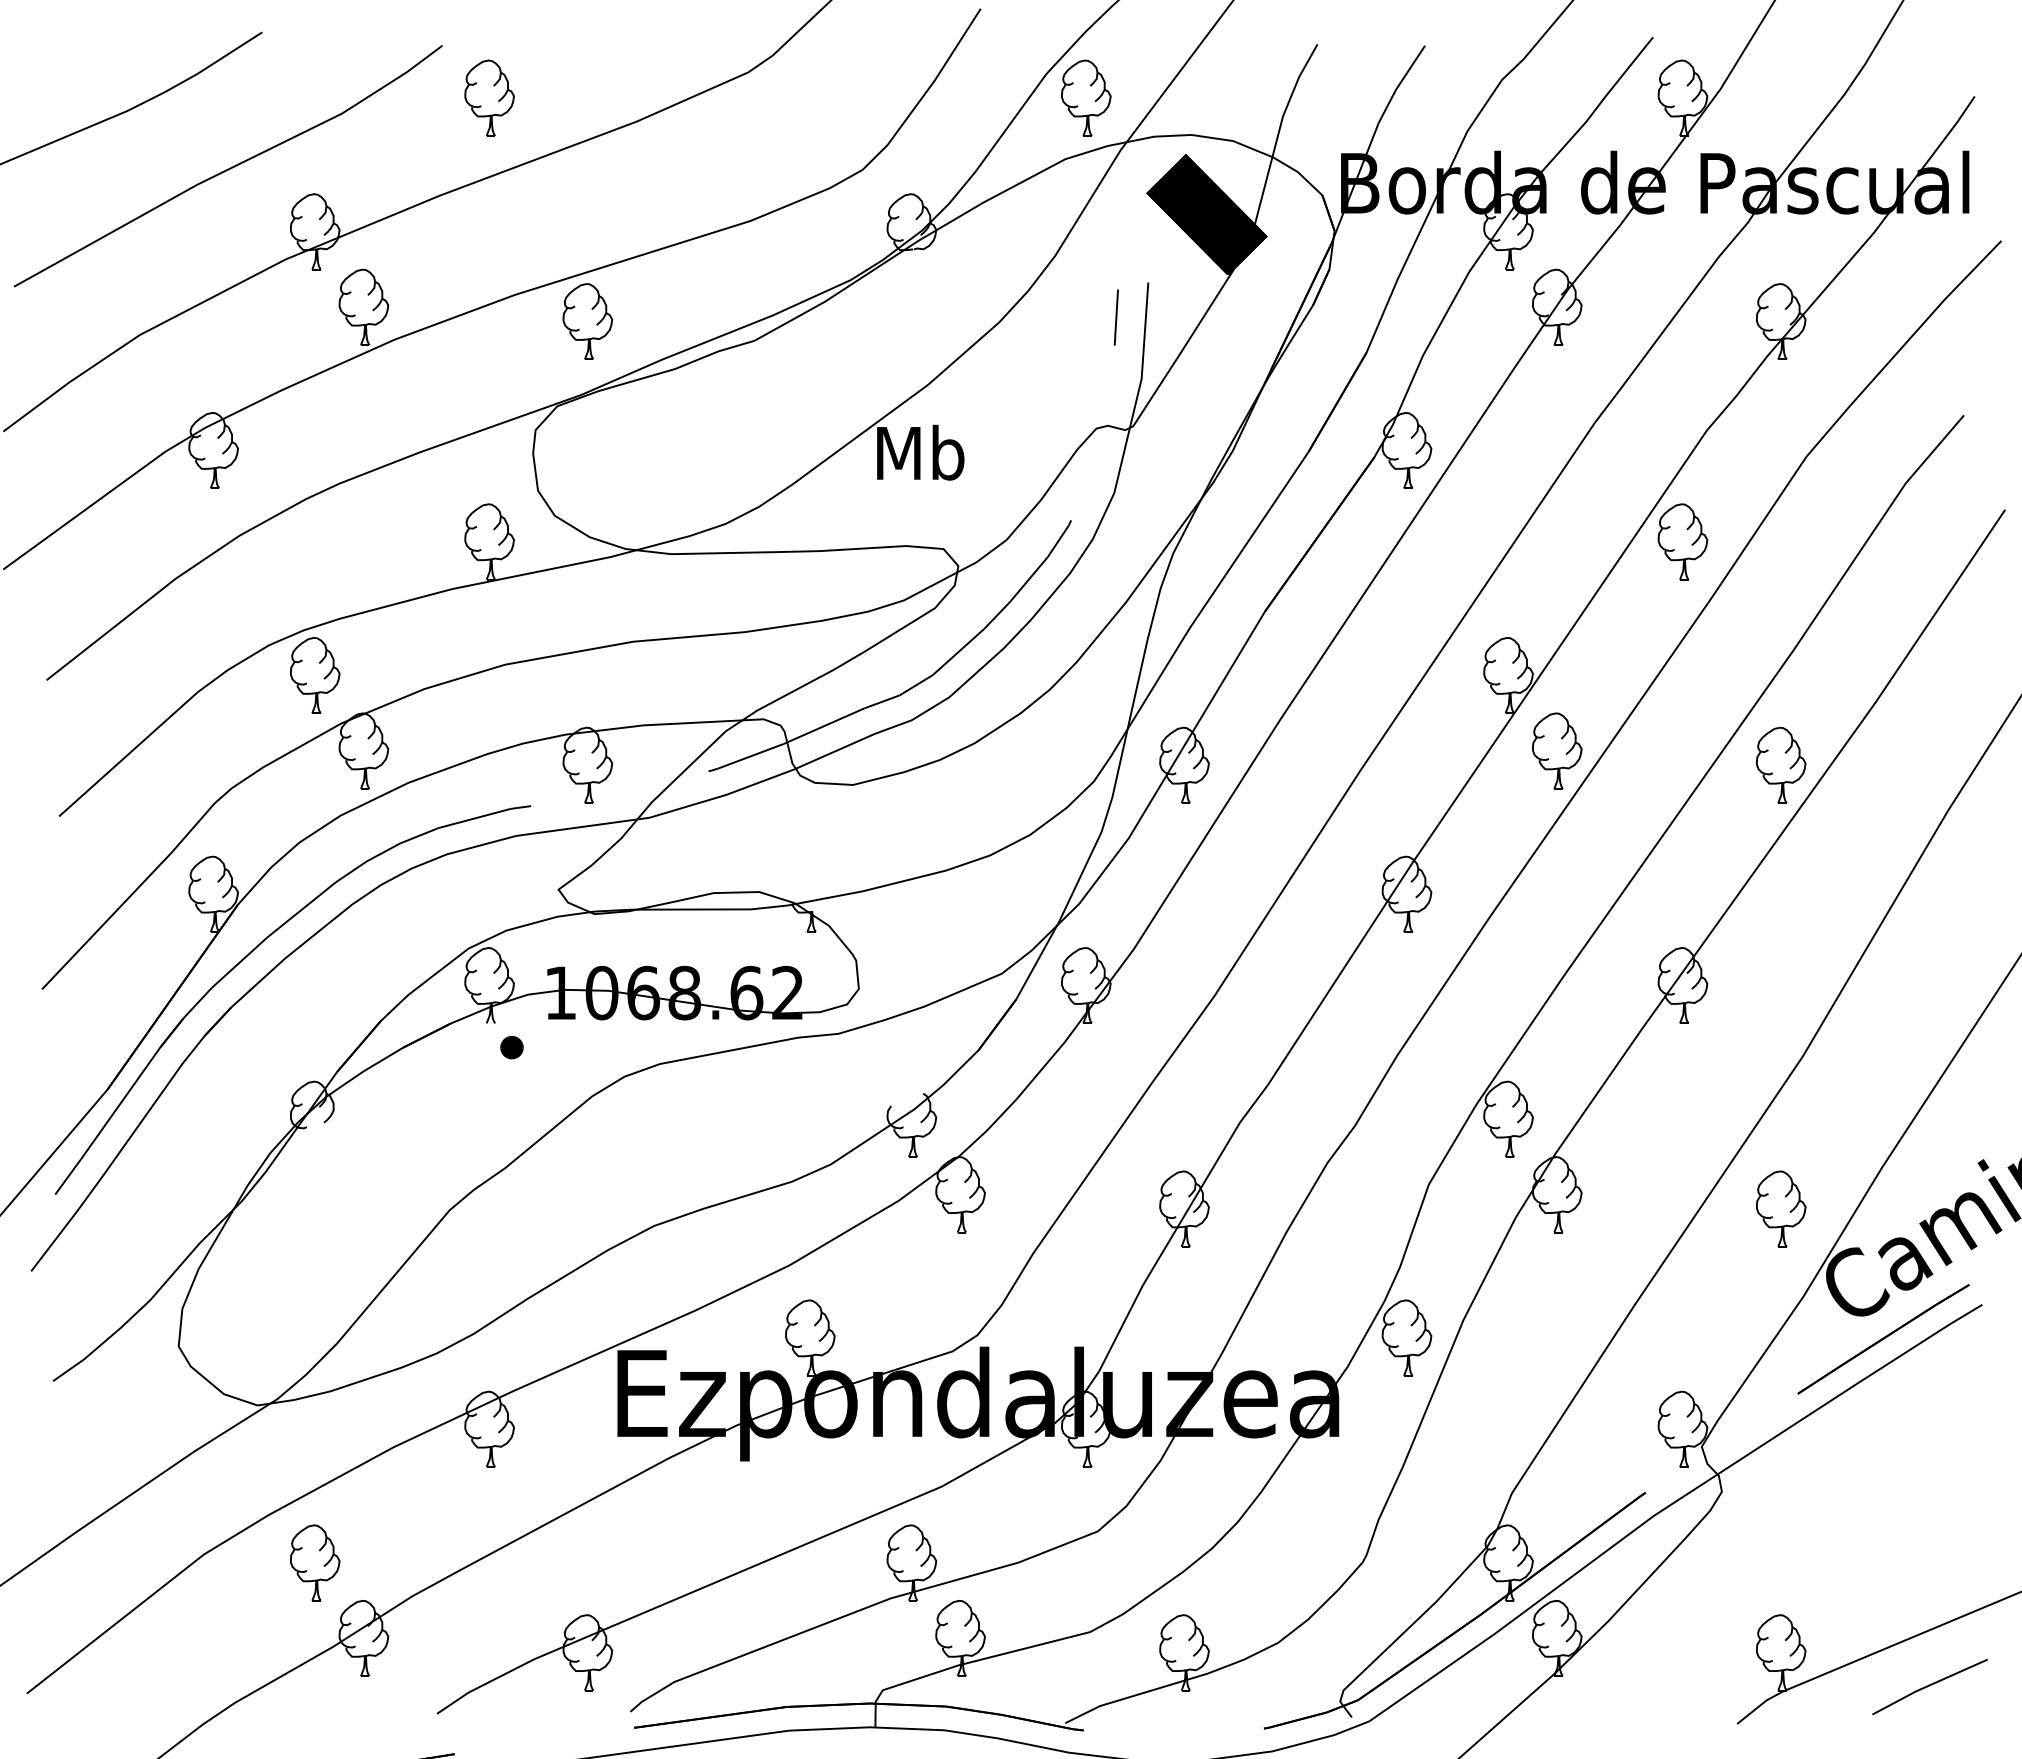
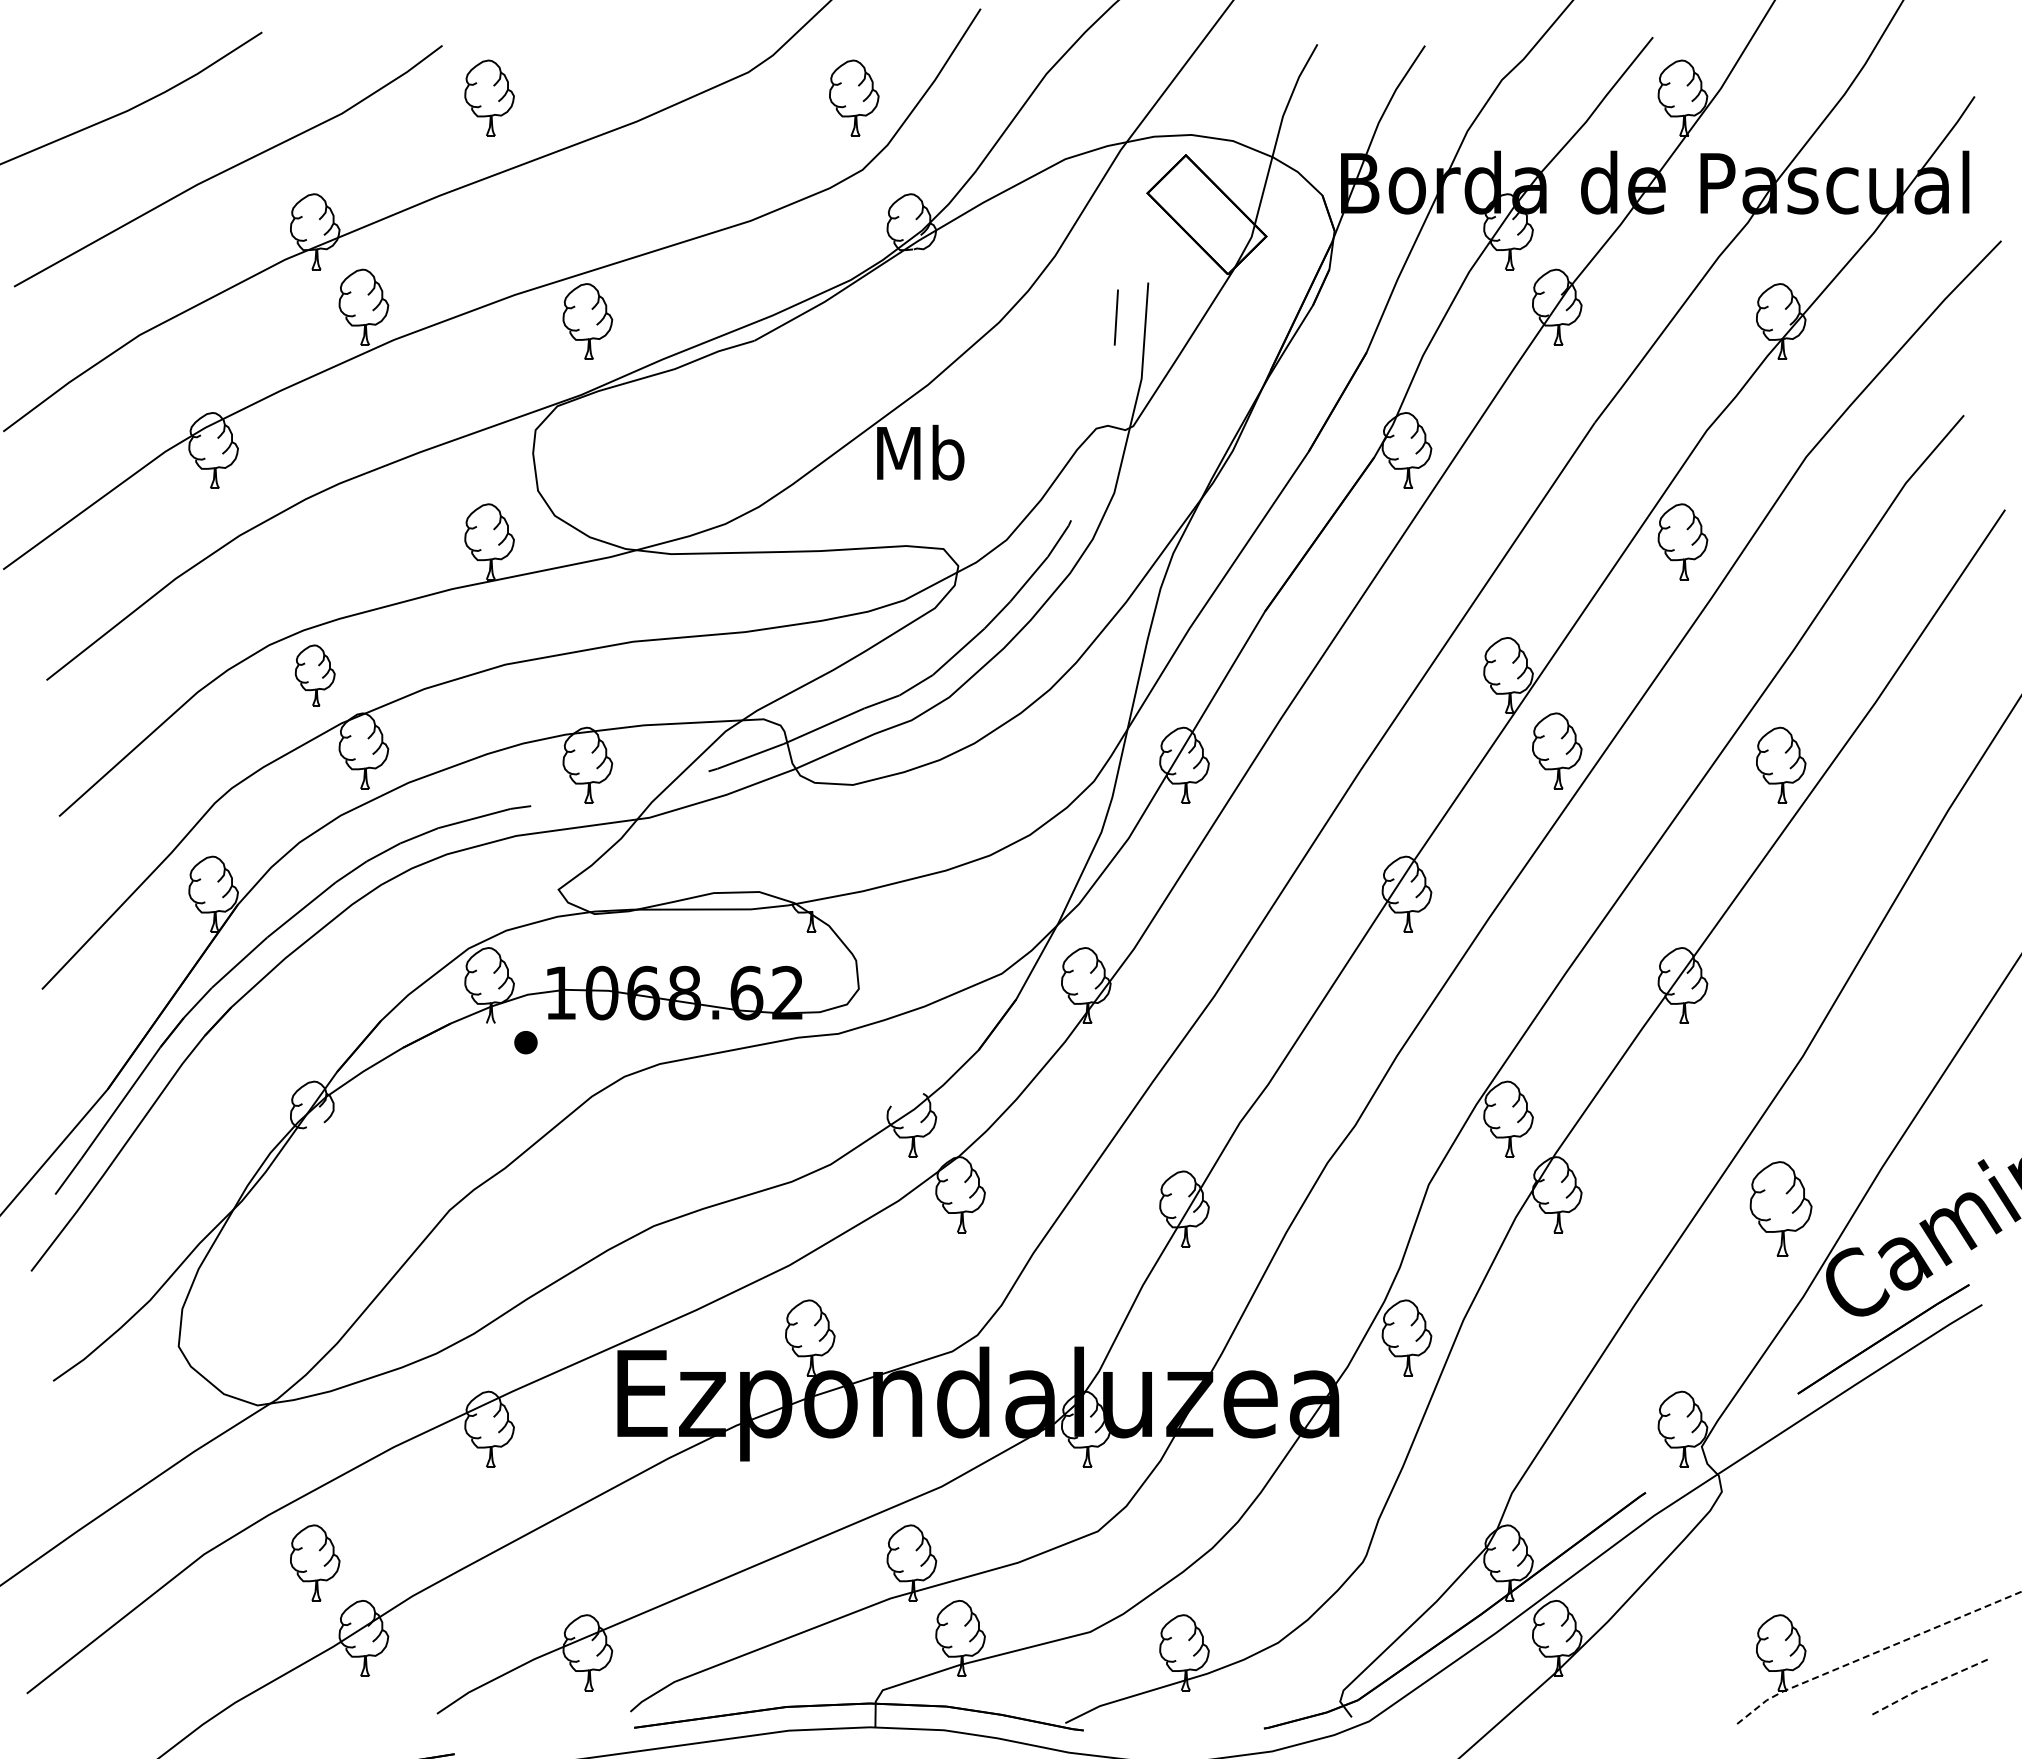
part at (1086, 97) position: (1086, 97) -> (854, 97)
fill at (1206, 214): present -> none
part at (315, 675) size: 51x77 px -> 42x63 px
part at (511, 1047) position: (511, 1047) -> (525, 1042)
part at (1781, 1208) size: 51x78 px -> 64x96 px
line at (1875, 1653): solid -> dashed
line at (1928, 1685): solid -> dashed
